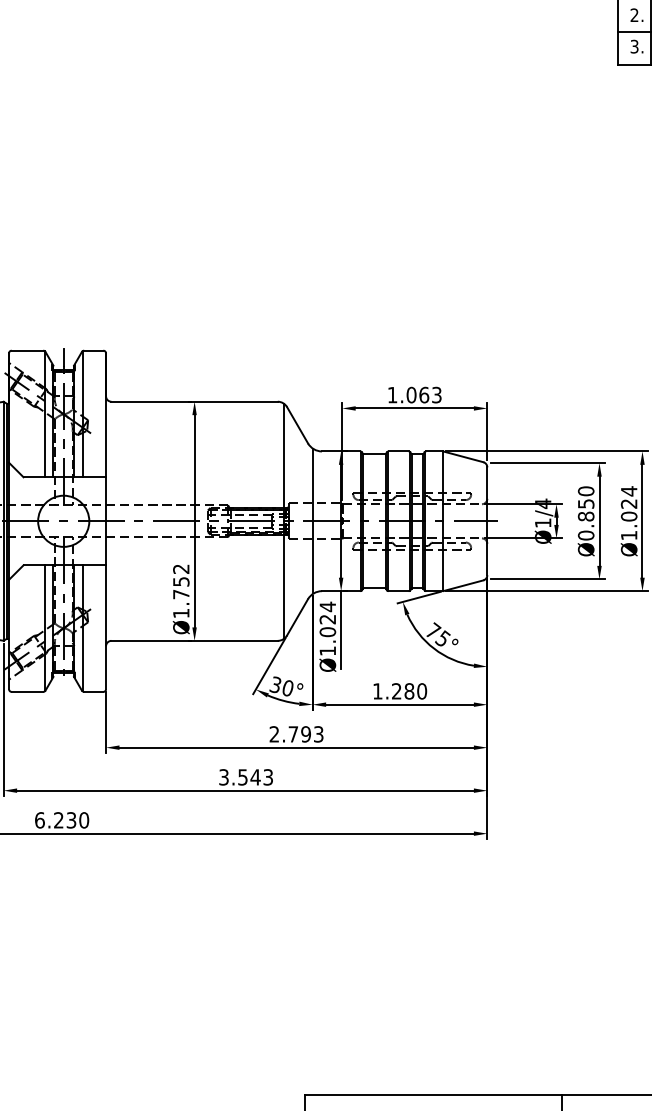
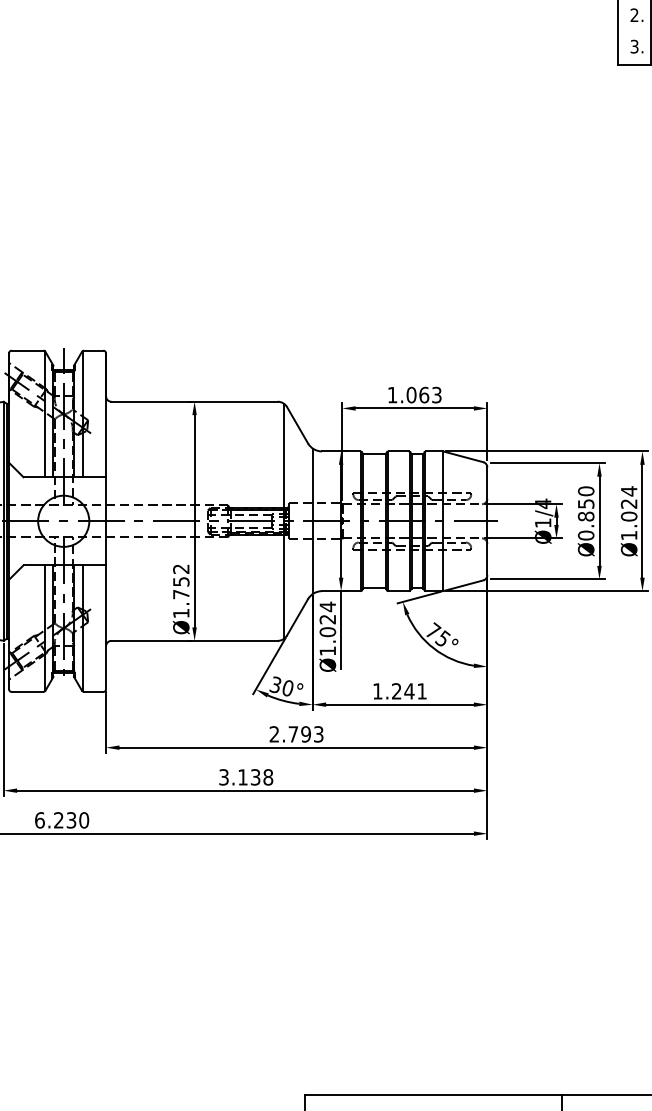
line at (633, 31): present -> none
text at (415, 691): 1.280 -> 1.241
text at (255, 777): 3.543 -> 3.138
